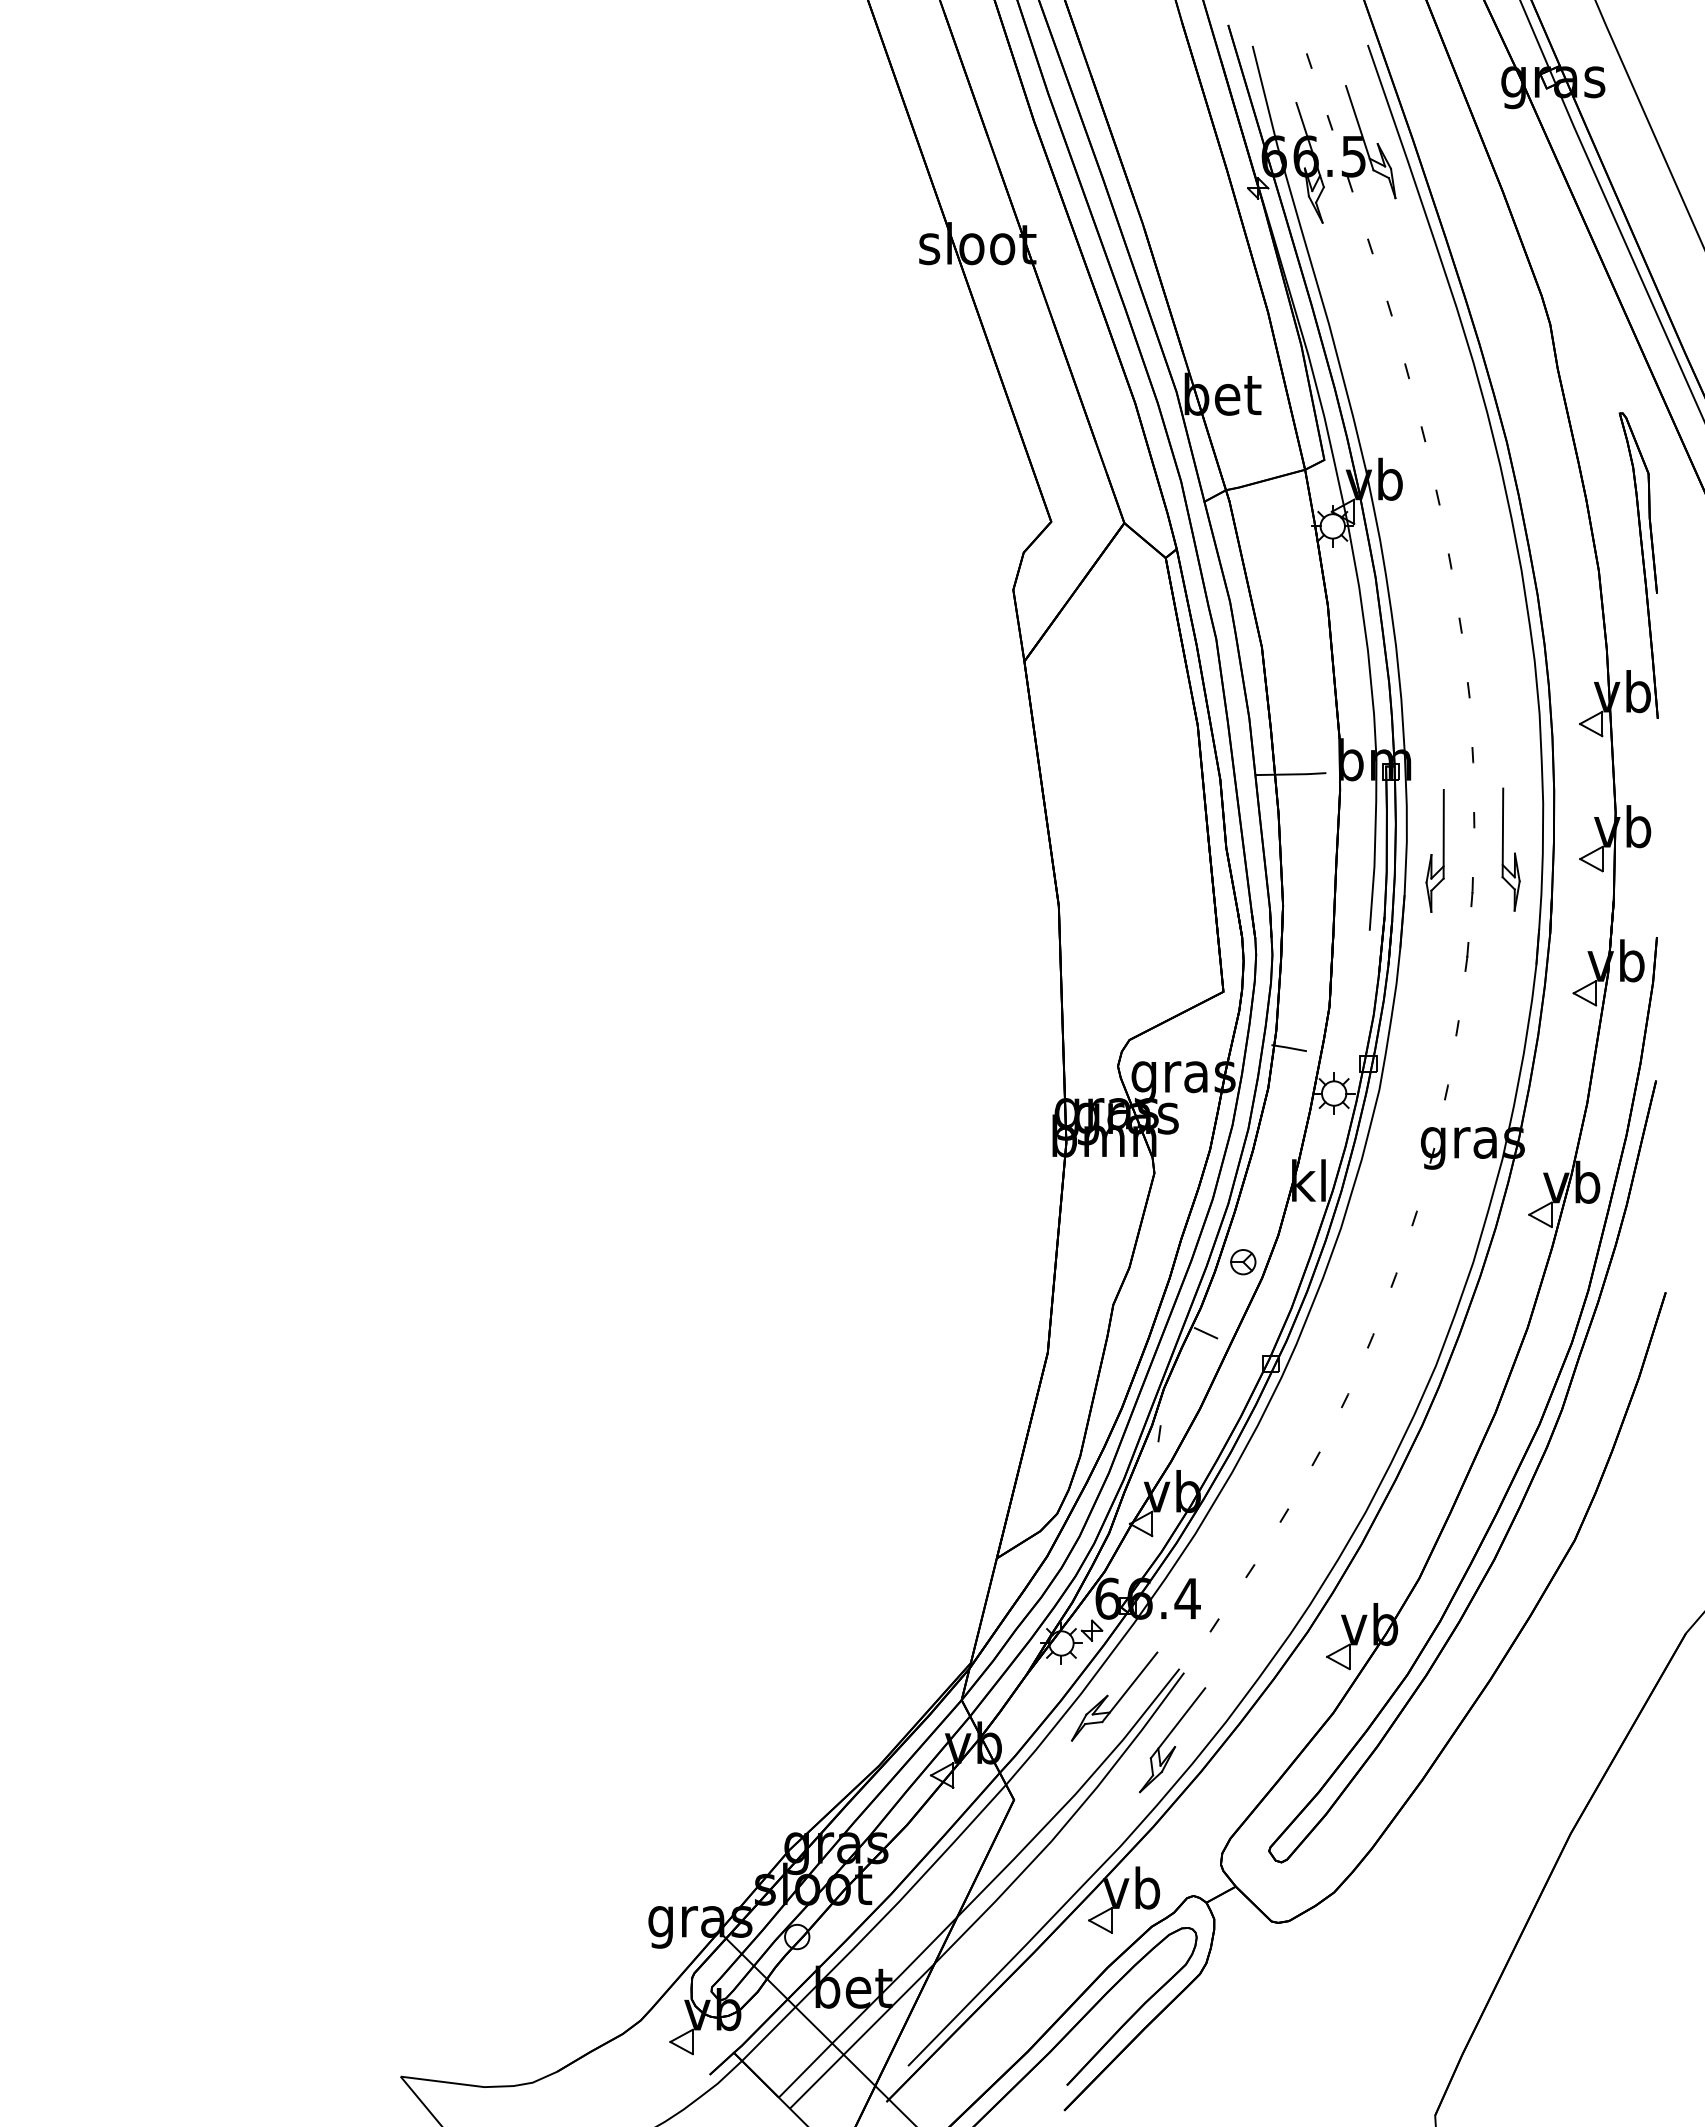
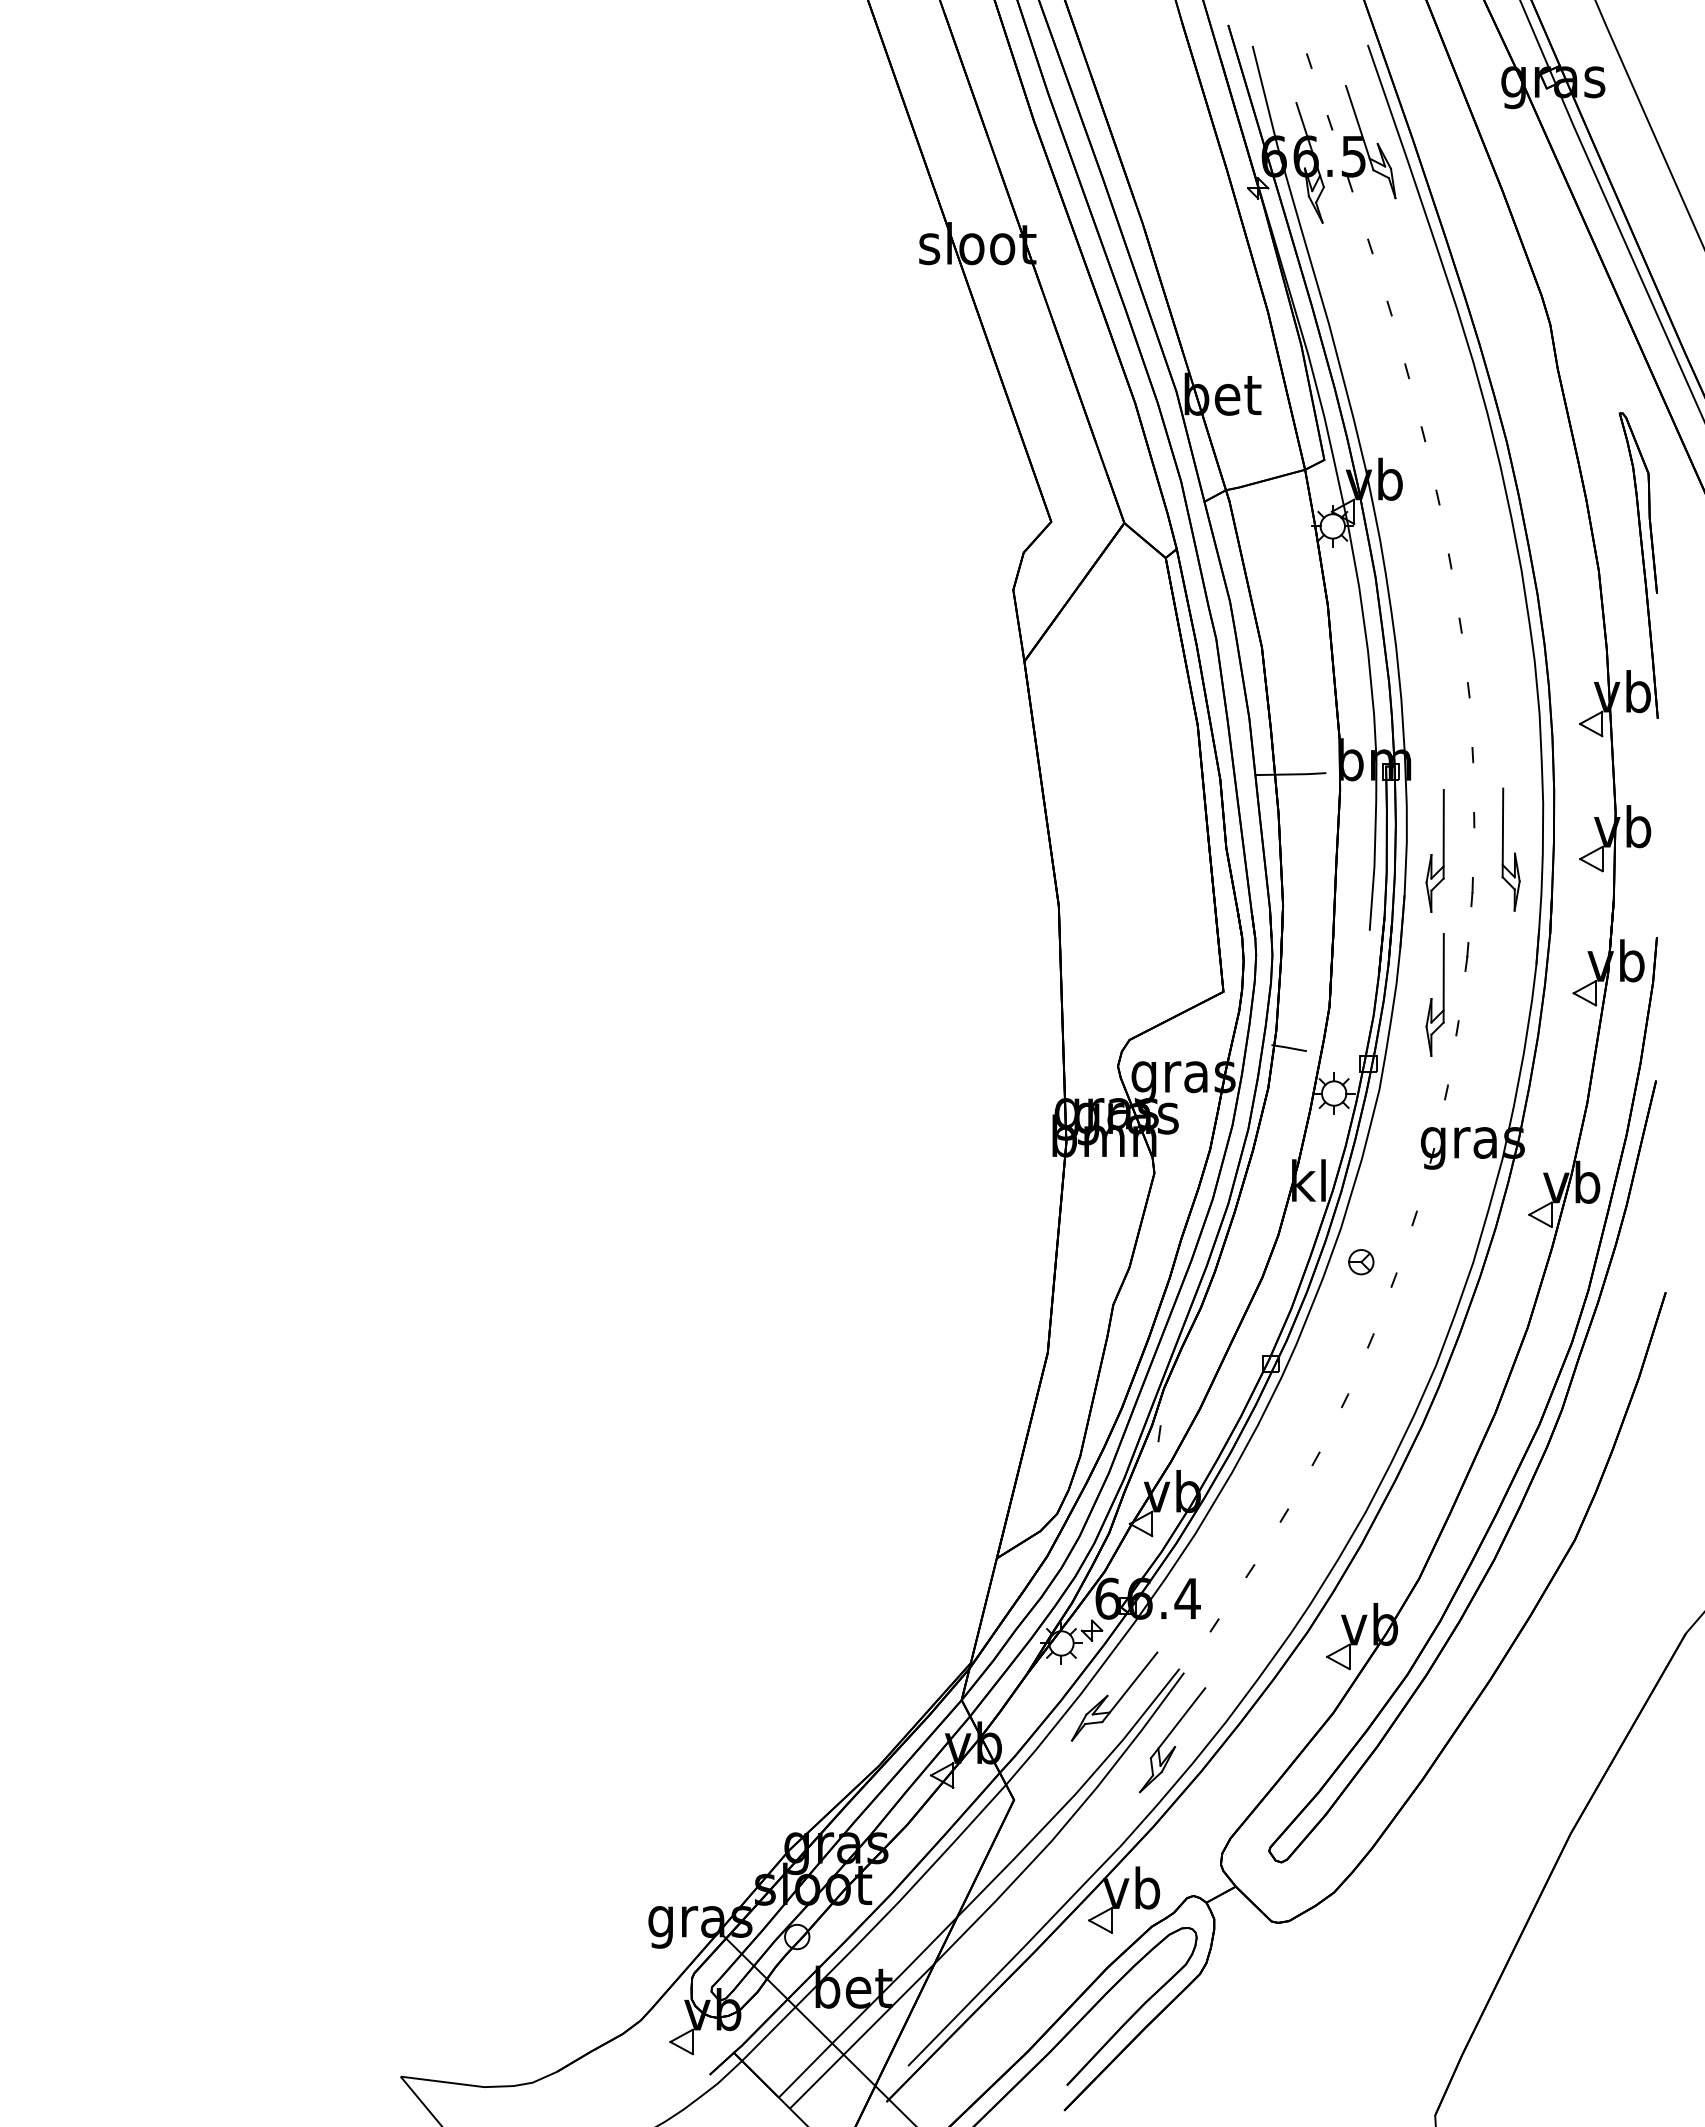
part at (1434, 994): none -> present
part at (1243, 1262) position: (1243, 1262) -> (1361, 1262)
line at (1205, 1333): present -> none
